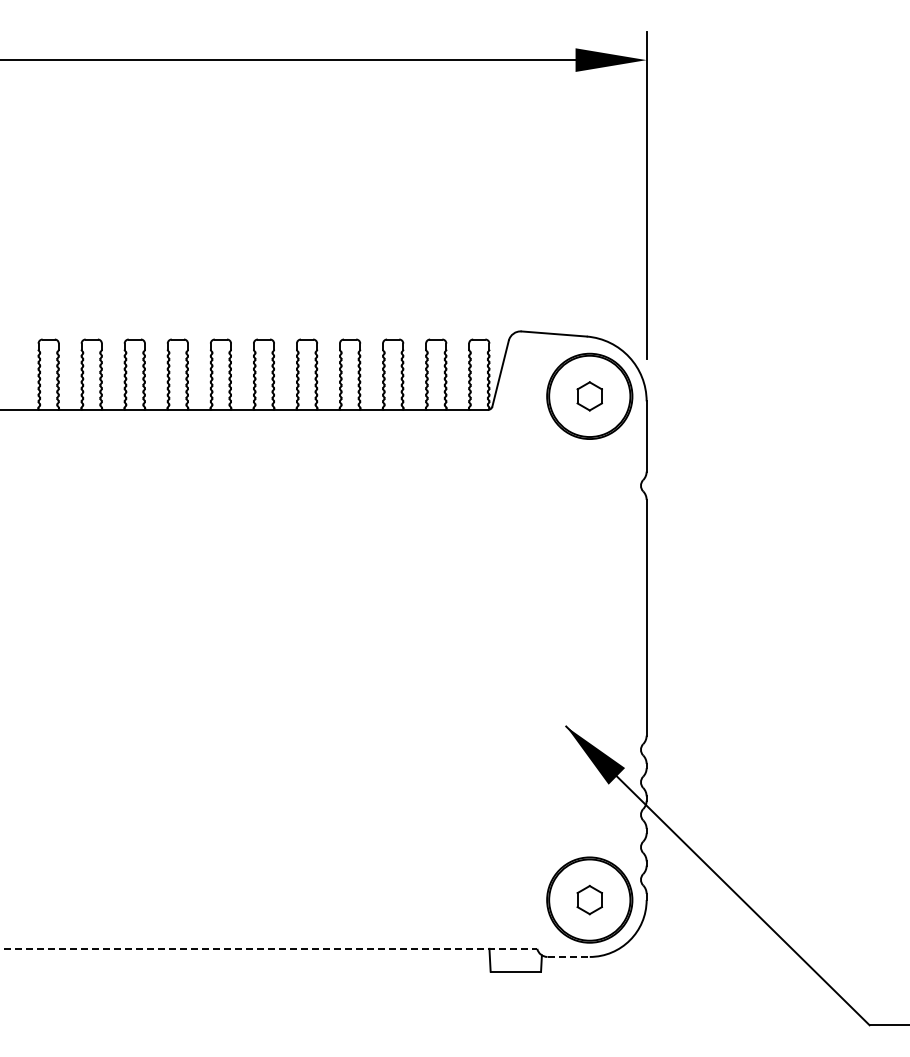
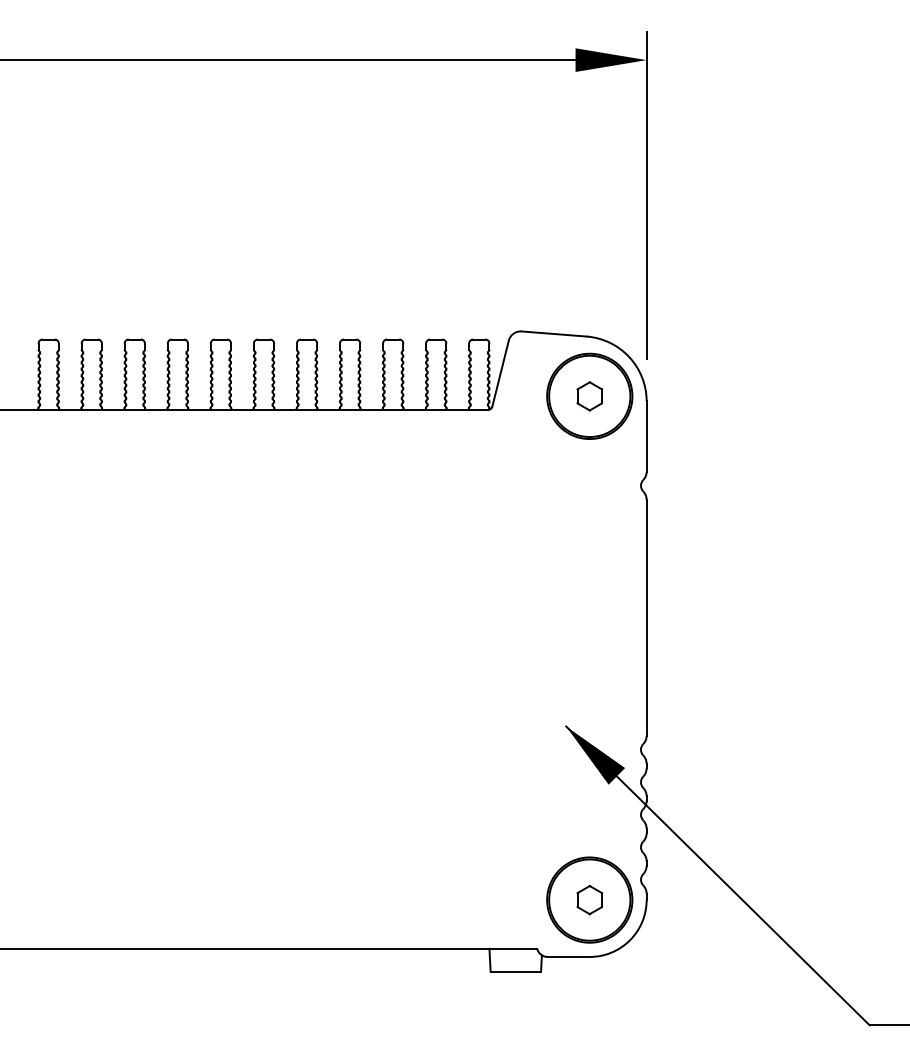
line at (269, 948): dashed -> solid
line at (569, 956): dashed -> solid
